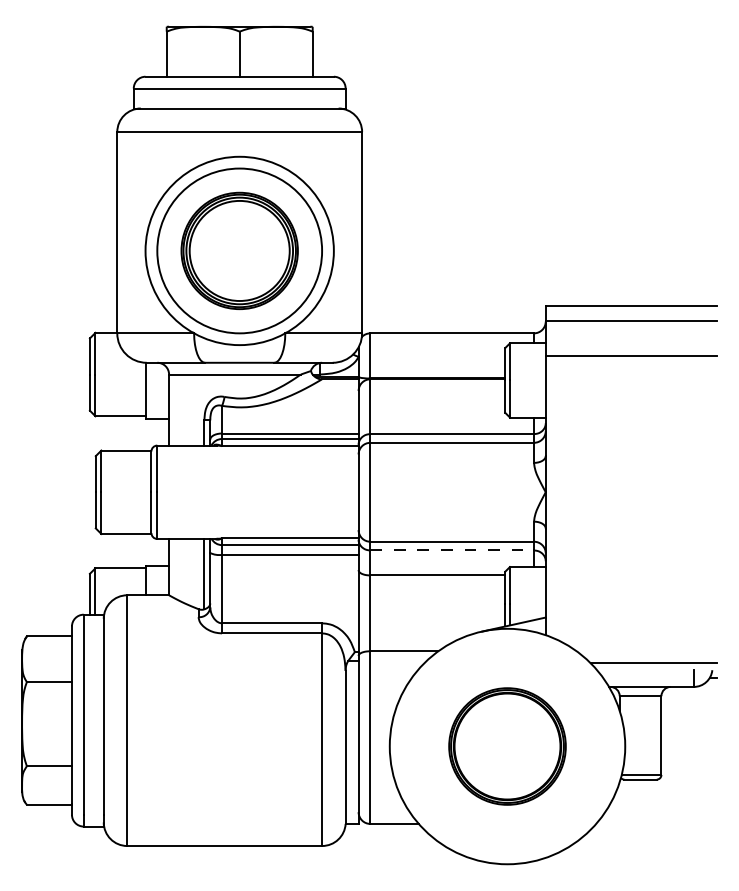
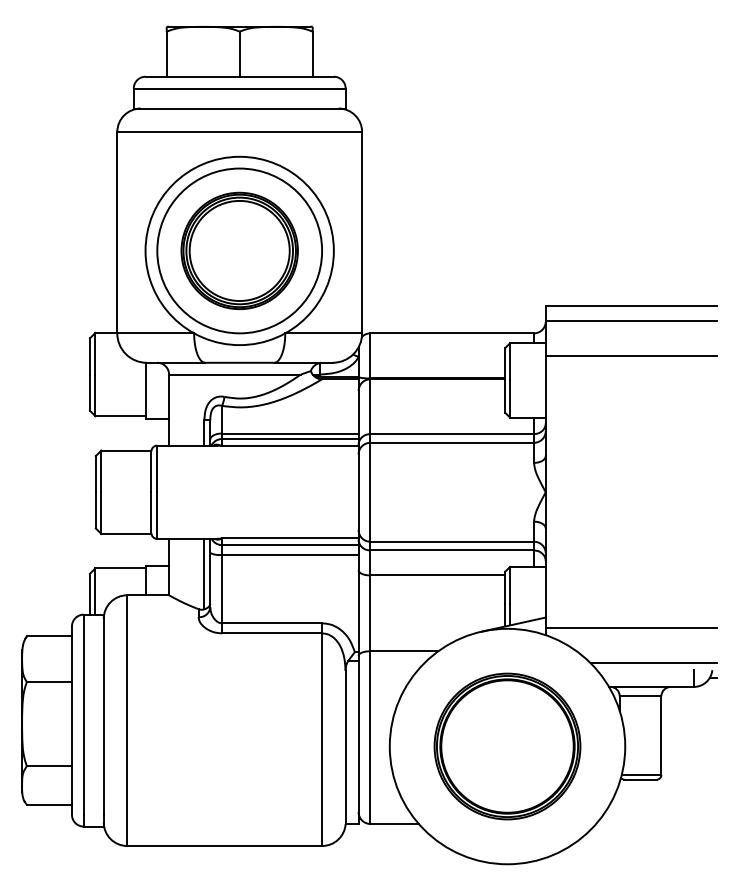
line at (452, 550): dashed -> solid
line at (631, 628): none -> present
part at (507, 746) size: 119x119 px -> 149x149 px
